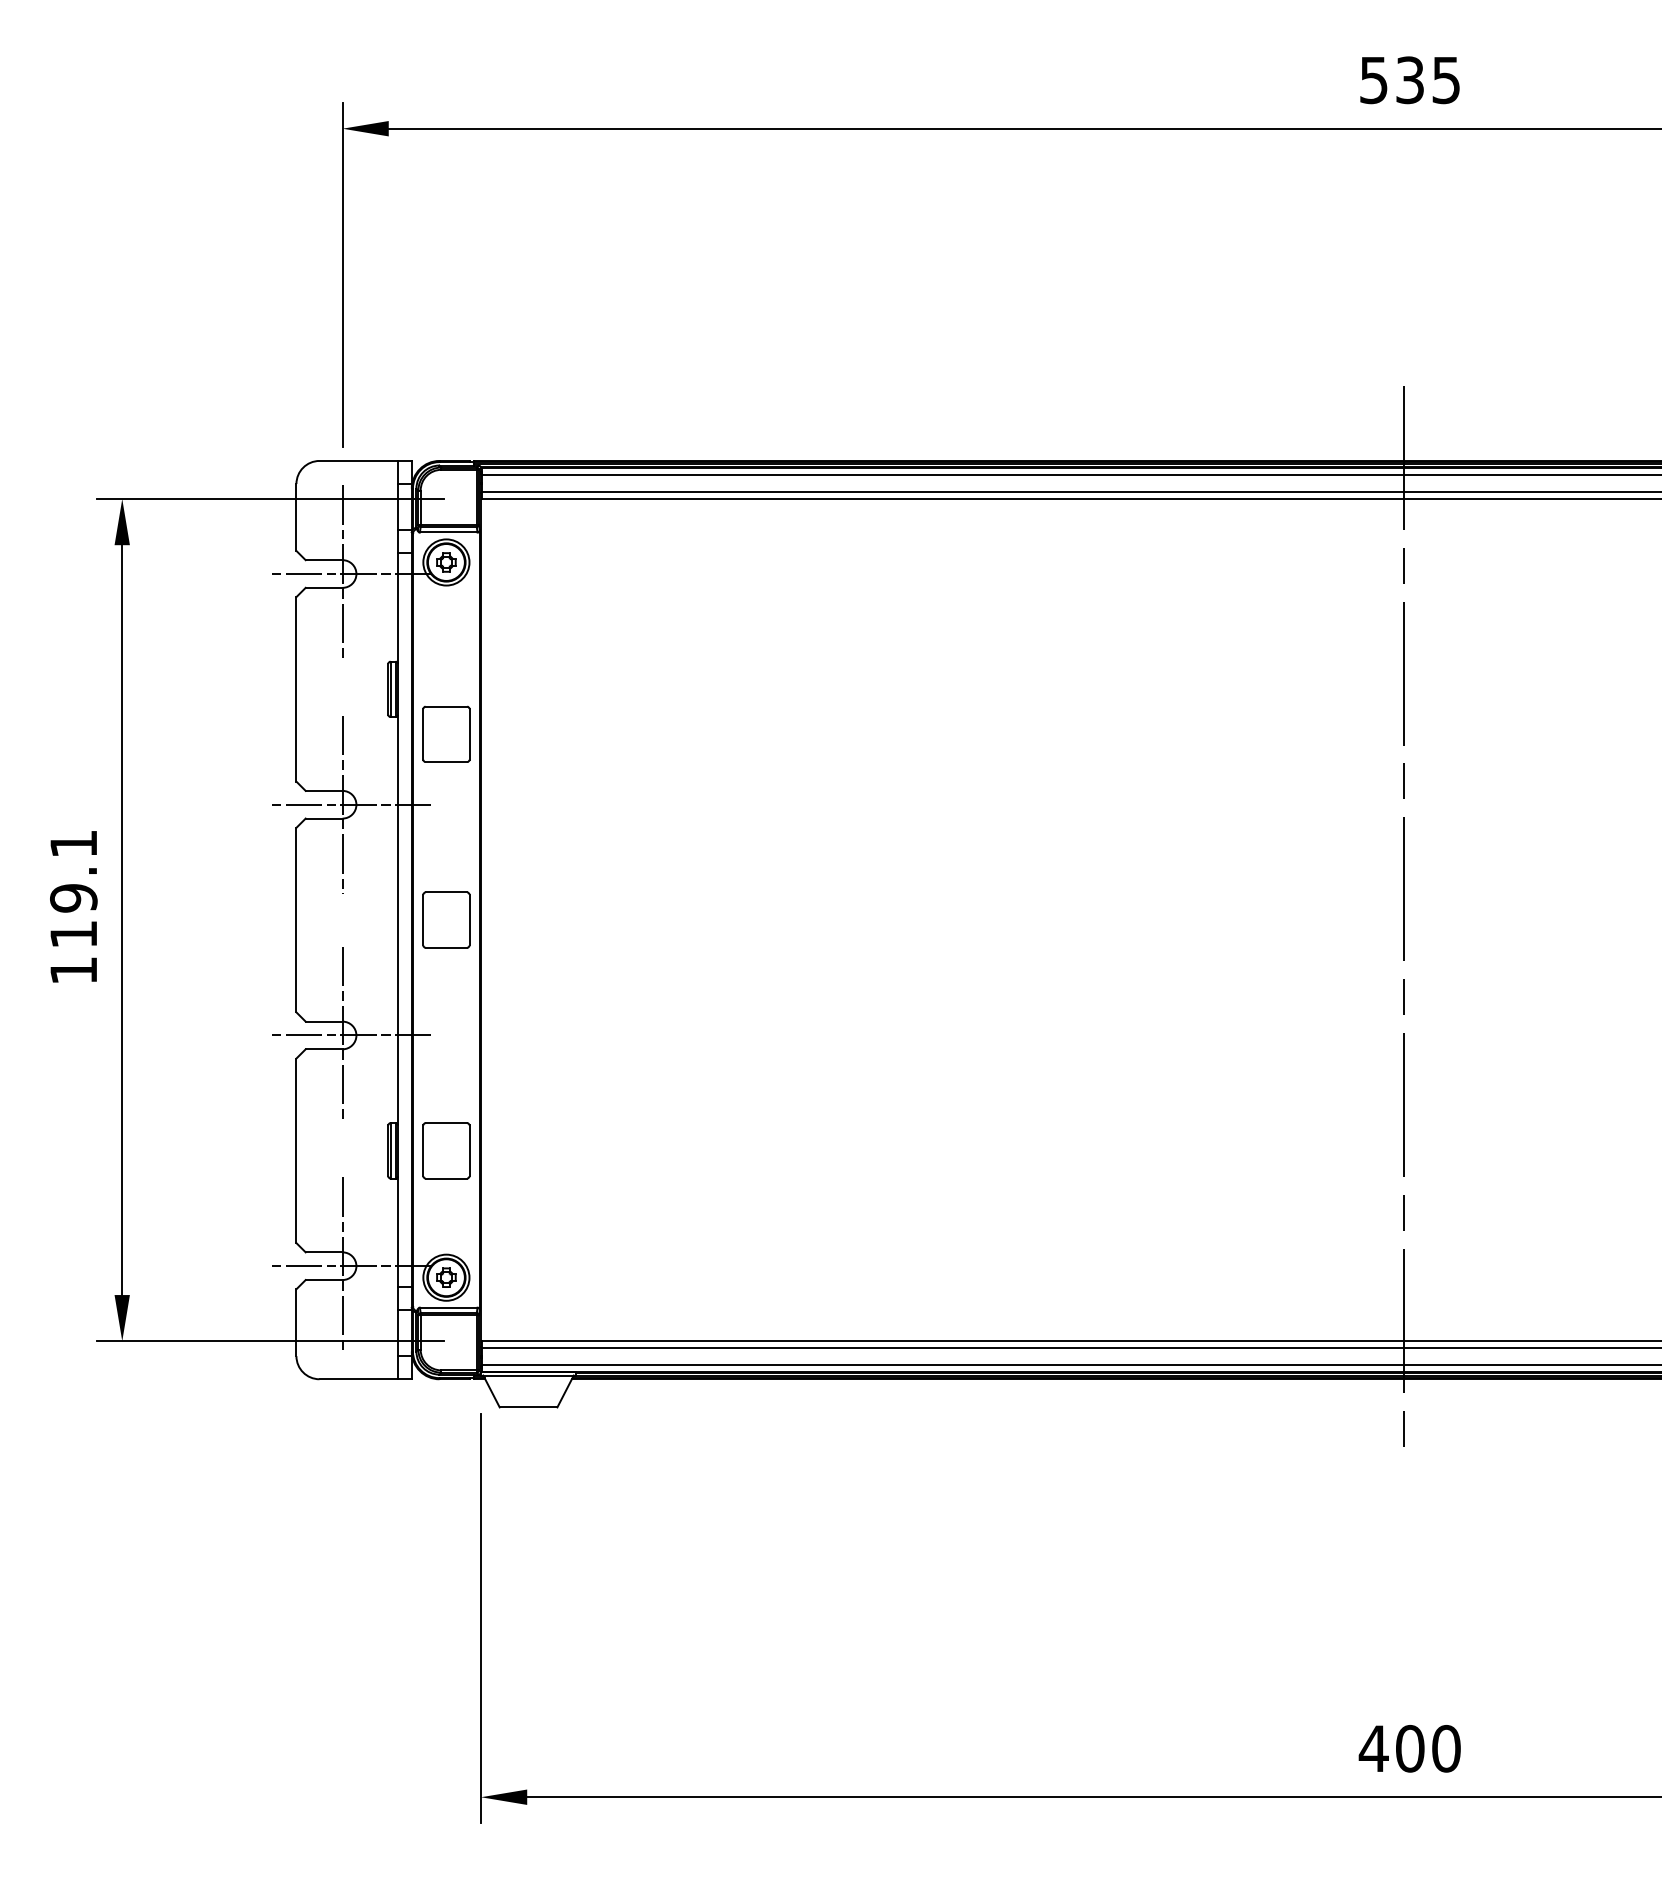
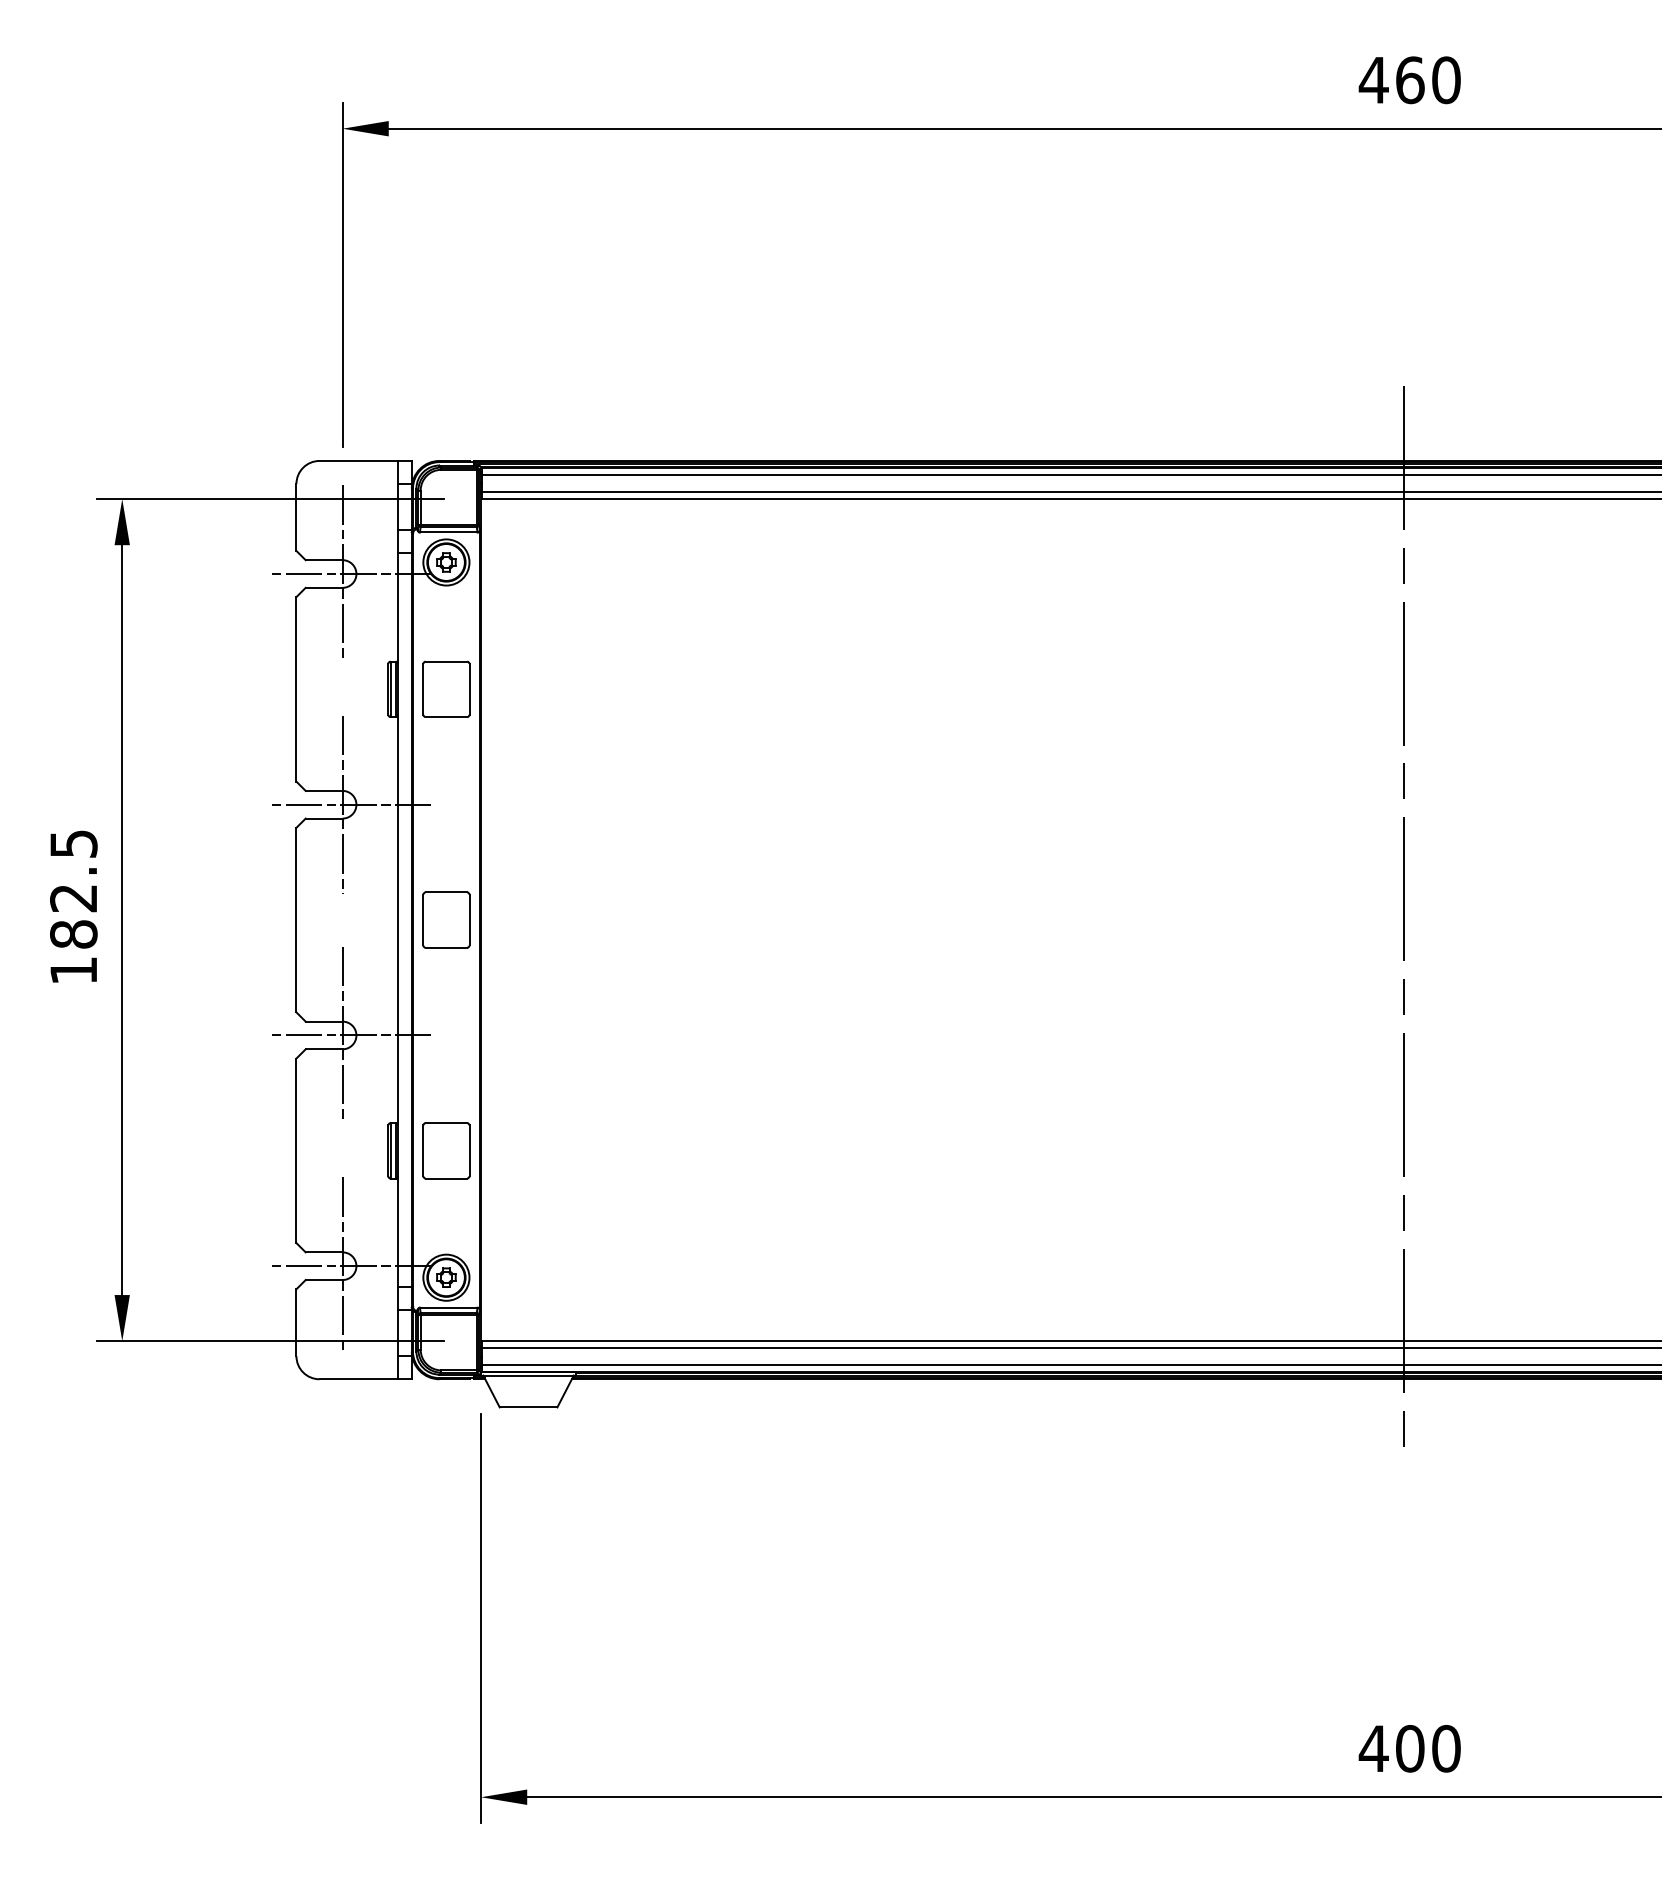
text at (1409, 80): 535 -> 460
part at (446, 733) position: (446, 733) -> (446, 688)
text at (73, 889): 119.1 -> 182.5
